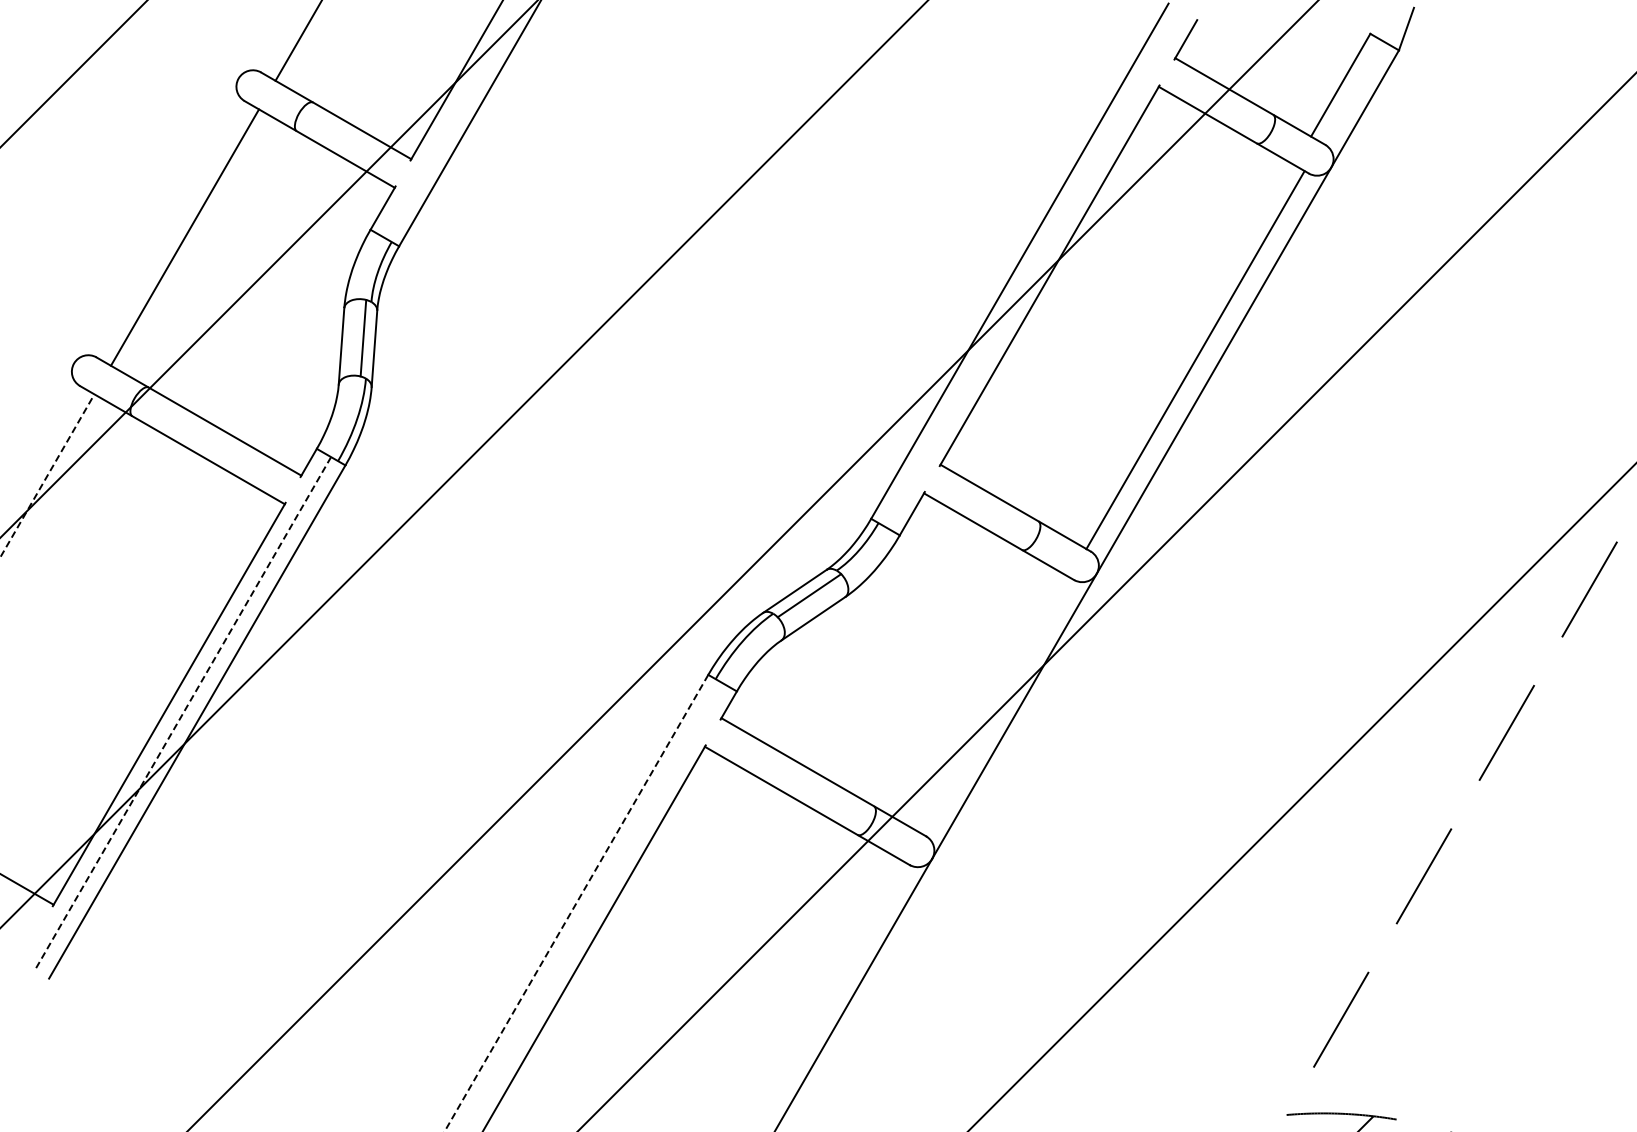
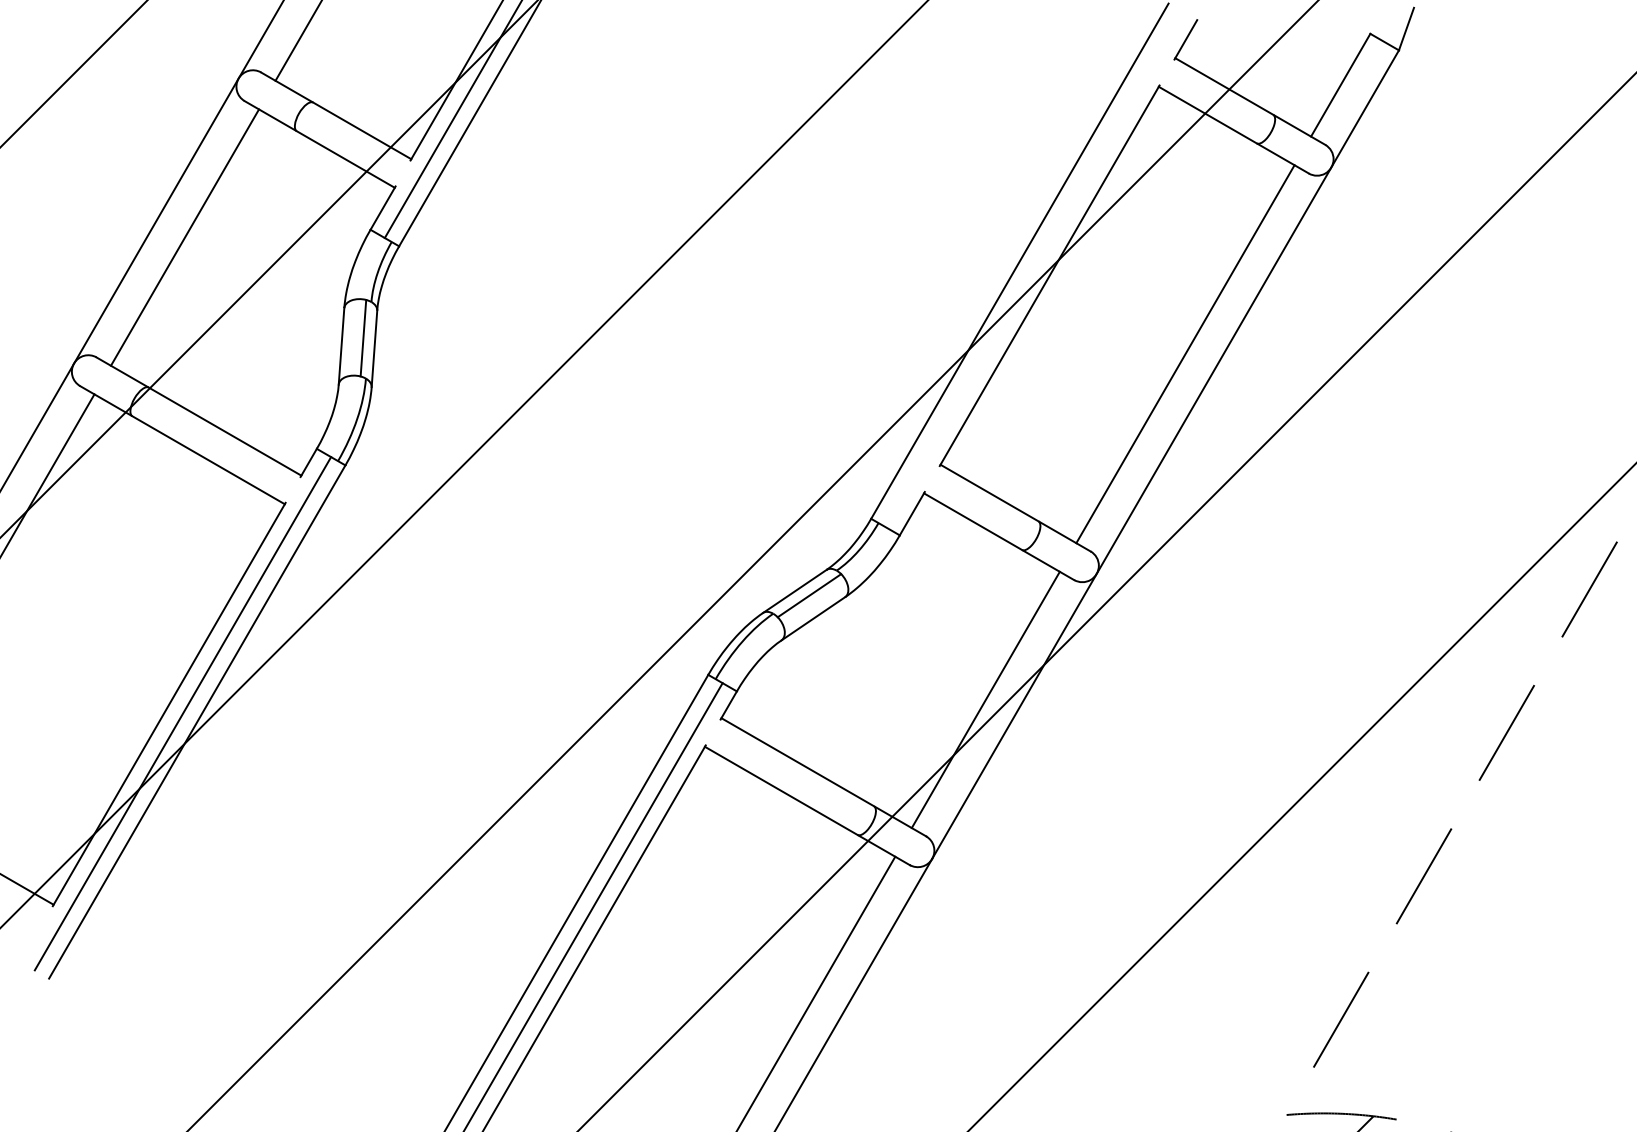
line at (452, 120): none -> present
line at (142, 244): none -> present
line at (1195, 360) position: (1195, 360) -> (1185, 354)
line at (47, 475): dashed -> solid
line at (985, 699): none -> present
line at (182, 714): dashed -> solid
line at (576, 903): dashed -> solid
line at (593, 905): none -> present
line at (816, 992): none -> present
